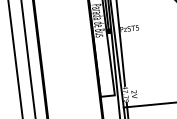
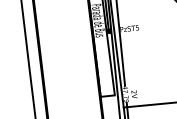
line at (15, 58): present -> none
